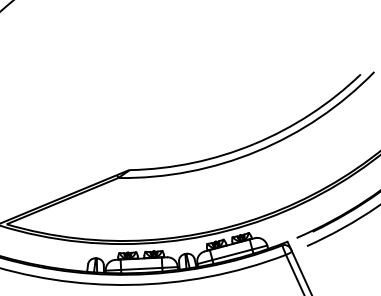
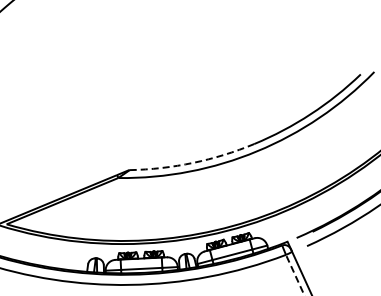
arc at (193, 162): solid -> dashed
line at (295, 274): solid -> dashed
